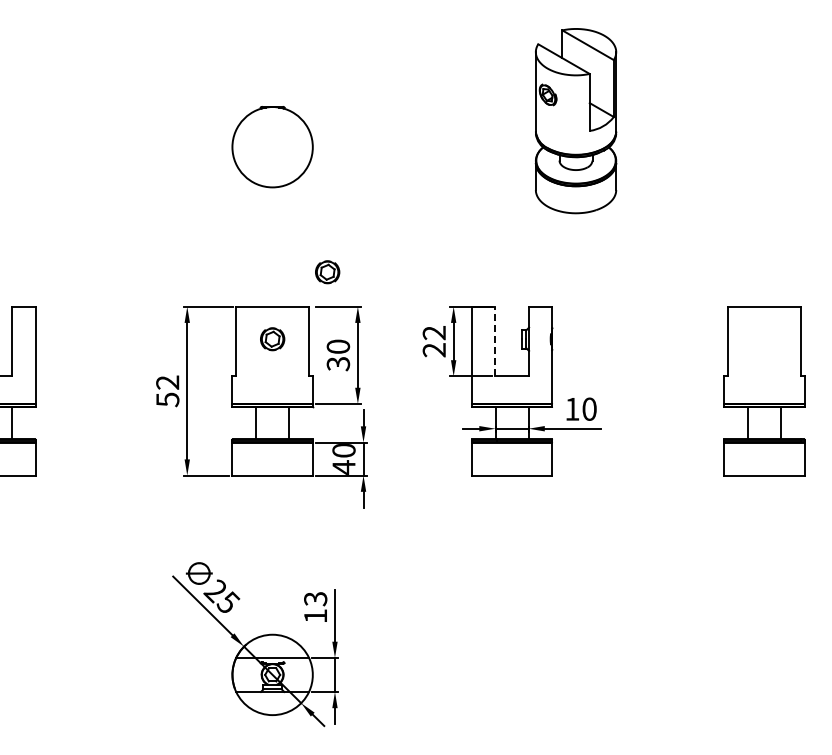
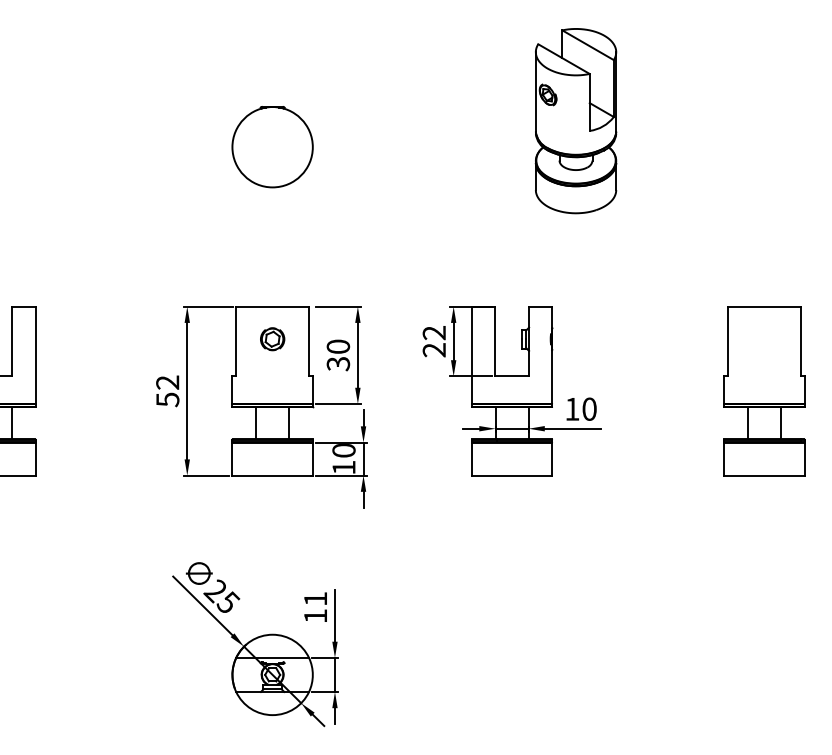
part at (327, 272): present -> none
line at (495, 341): dashed -> solid
text at (343, 467): 40 -> 10
text at (315, 599): 13 -> 11
